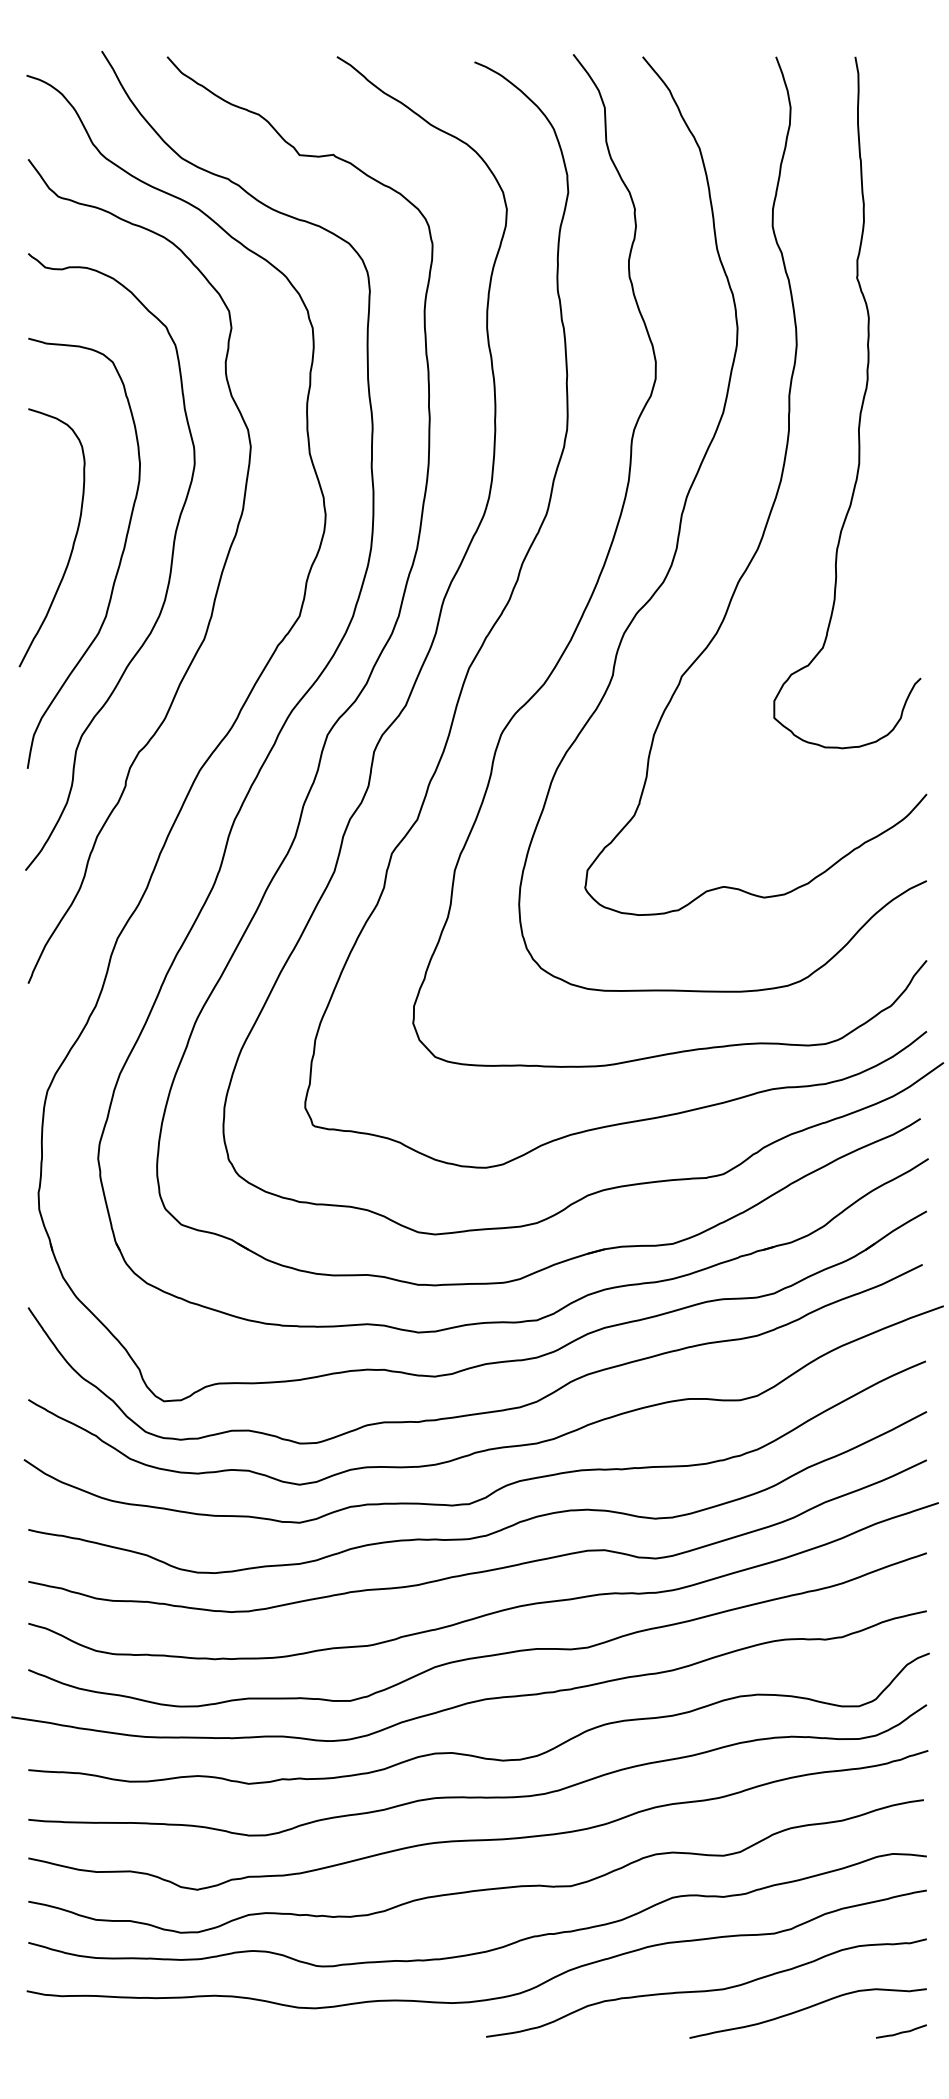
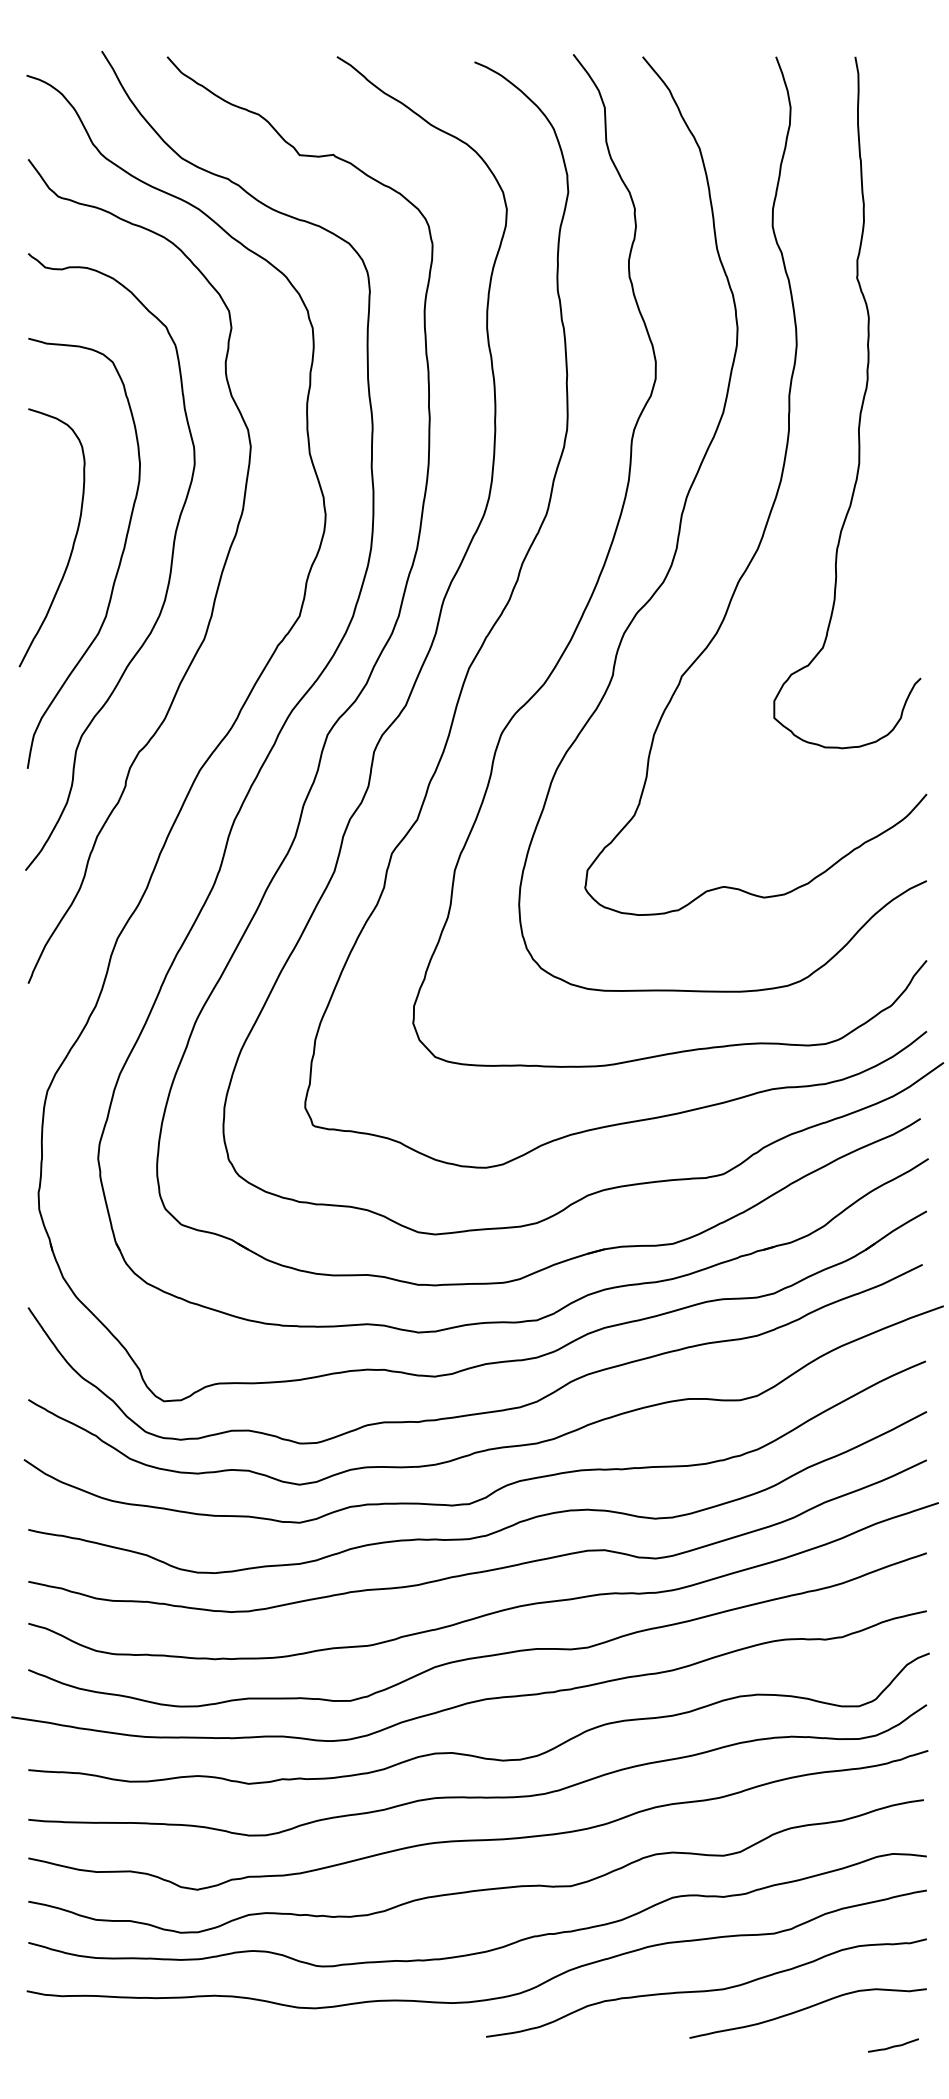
curve at (901, 2031) position: (901, 2031) -> (893, 2045)
